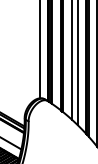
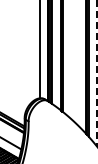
line at (72, 60): present -> none
line at (77, 63): present -> none
line at (97, 73): solid -> dashed
